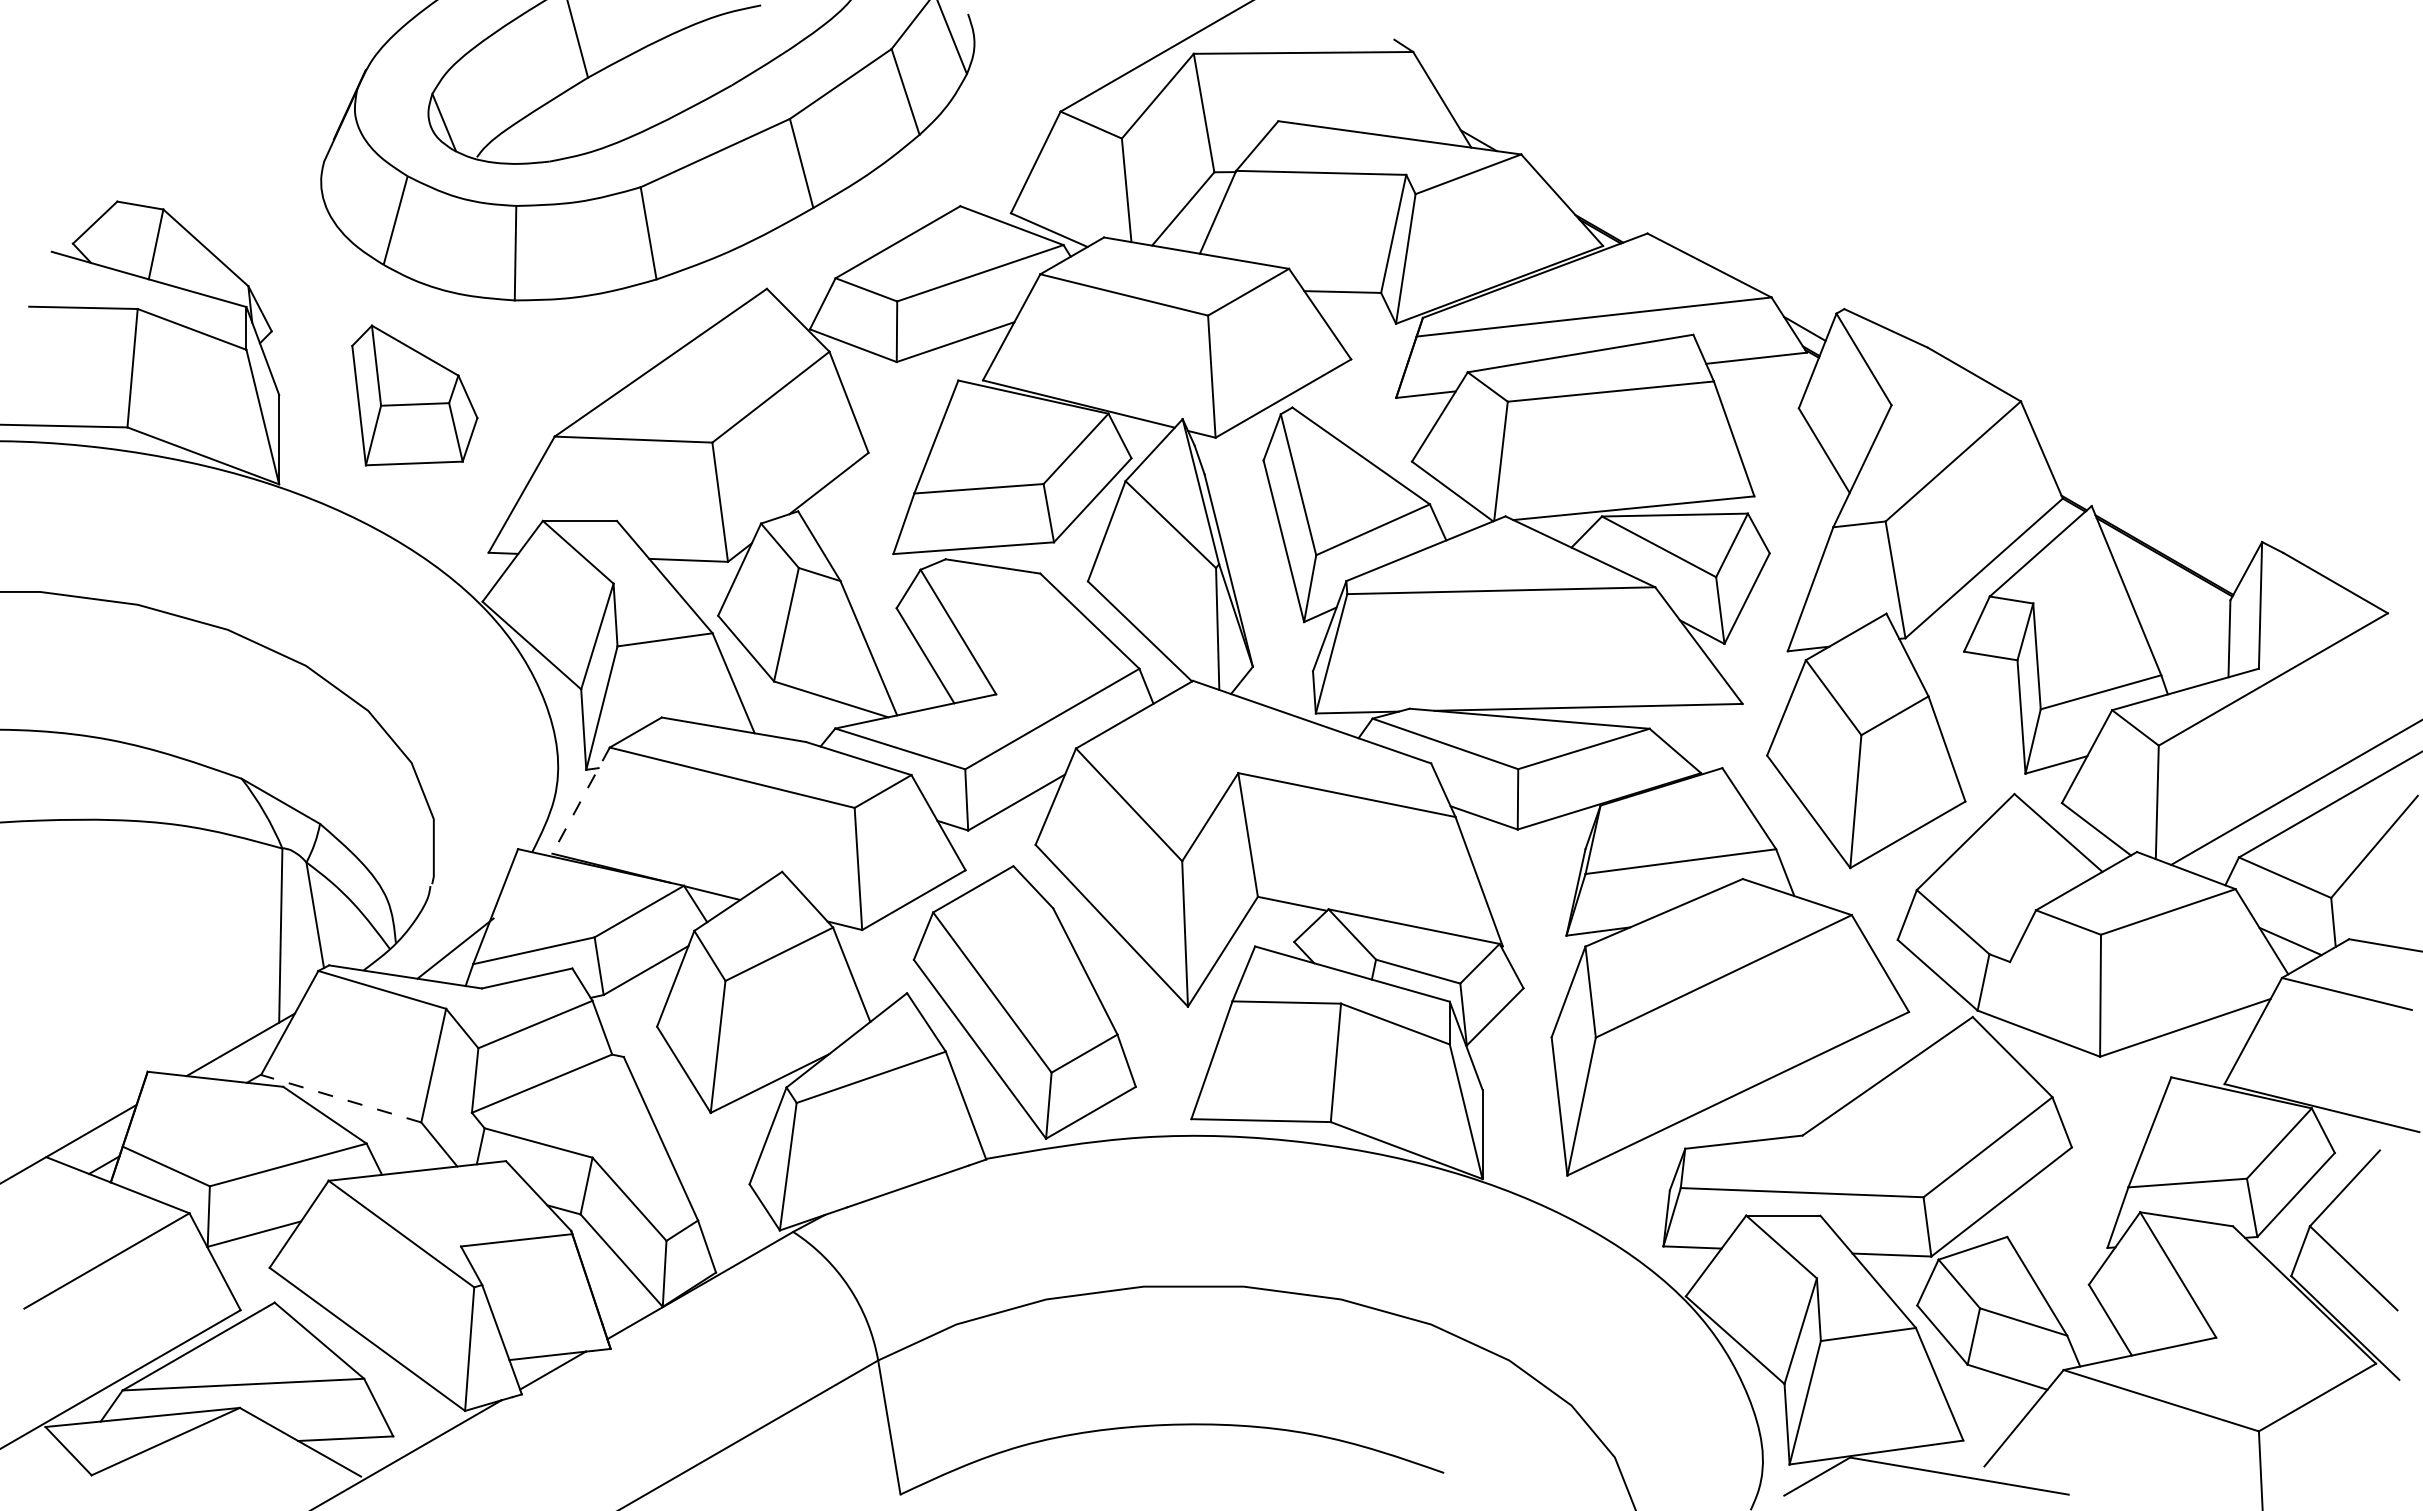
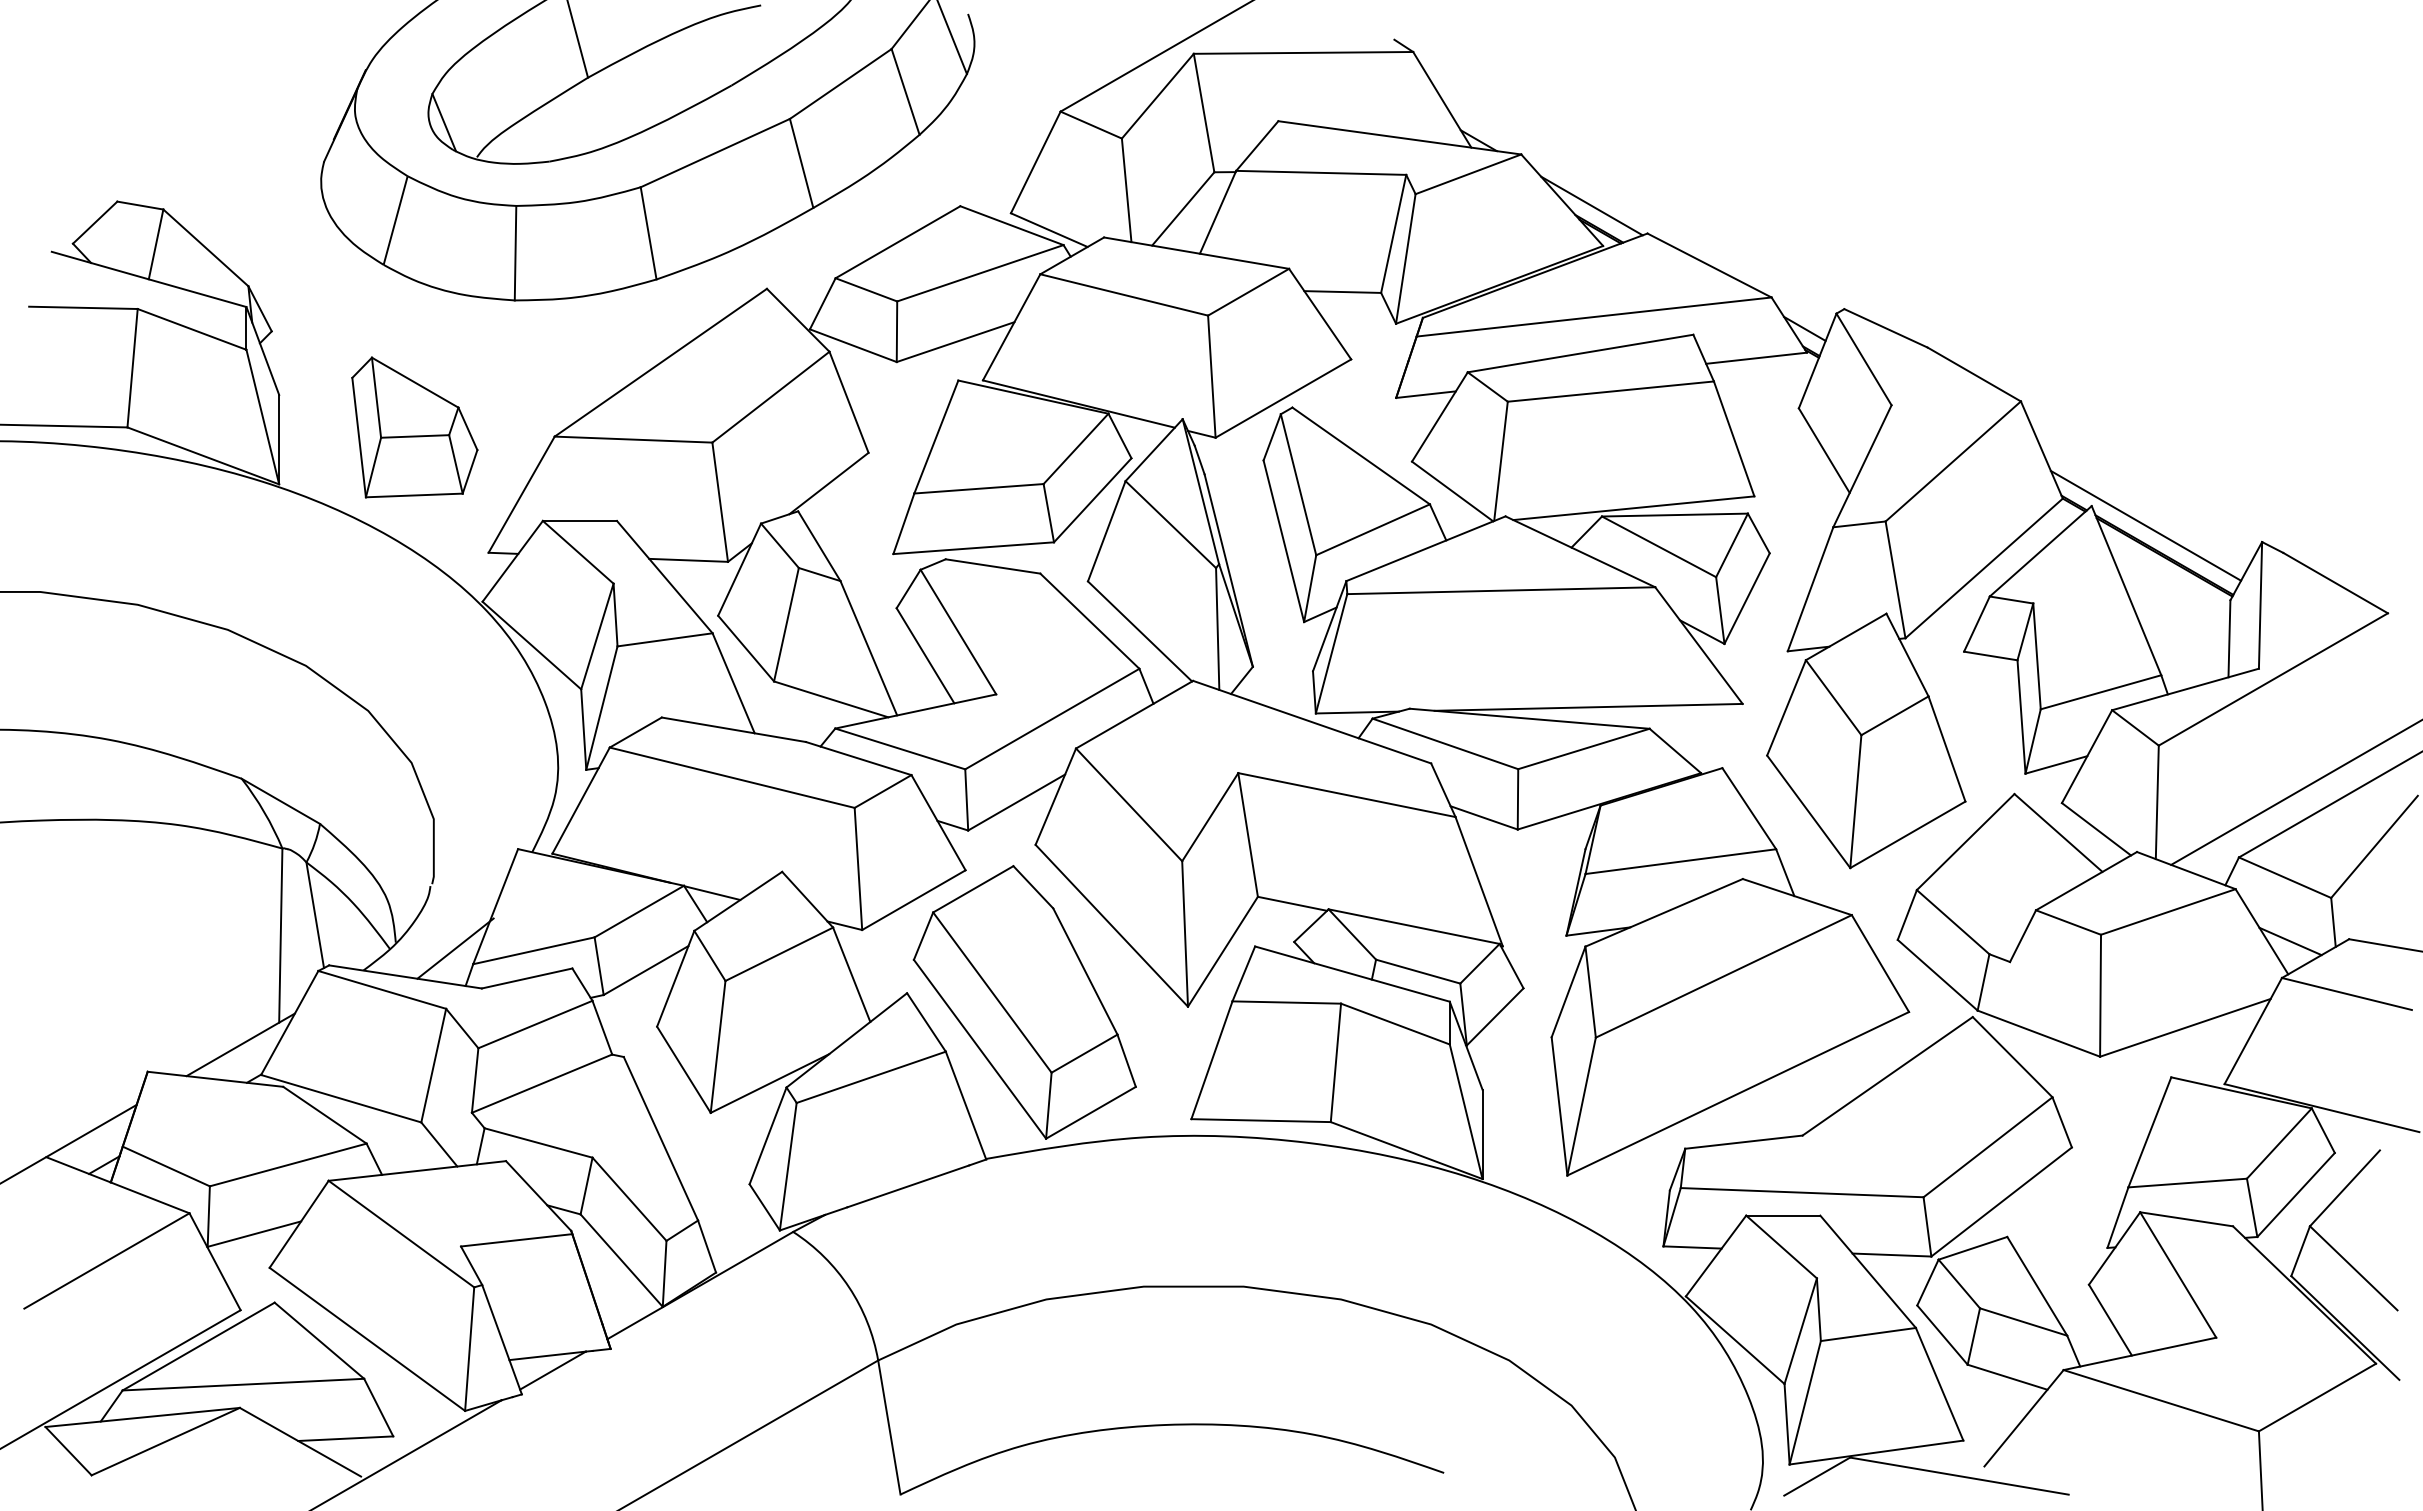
line at (1591, 205): none -> present
part at (414, 395) position: (414, 395) -> (414, 427)
line at (2145, 525): none -> present
line at (580, 801): dashed -> solid
line at (341, 1098): dashed -> solid
